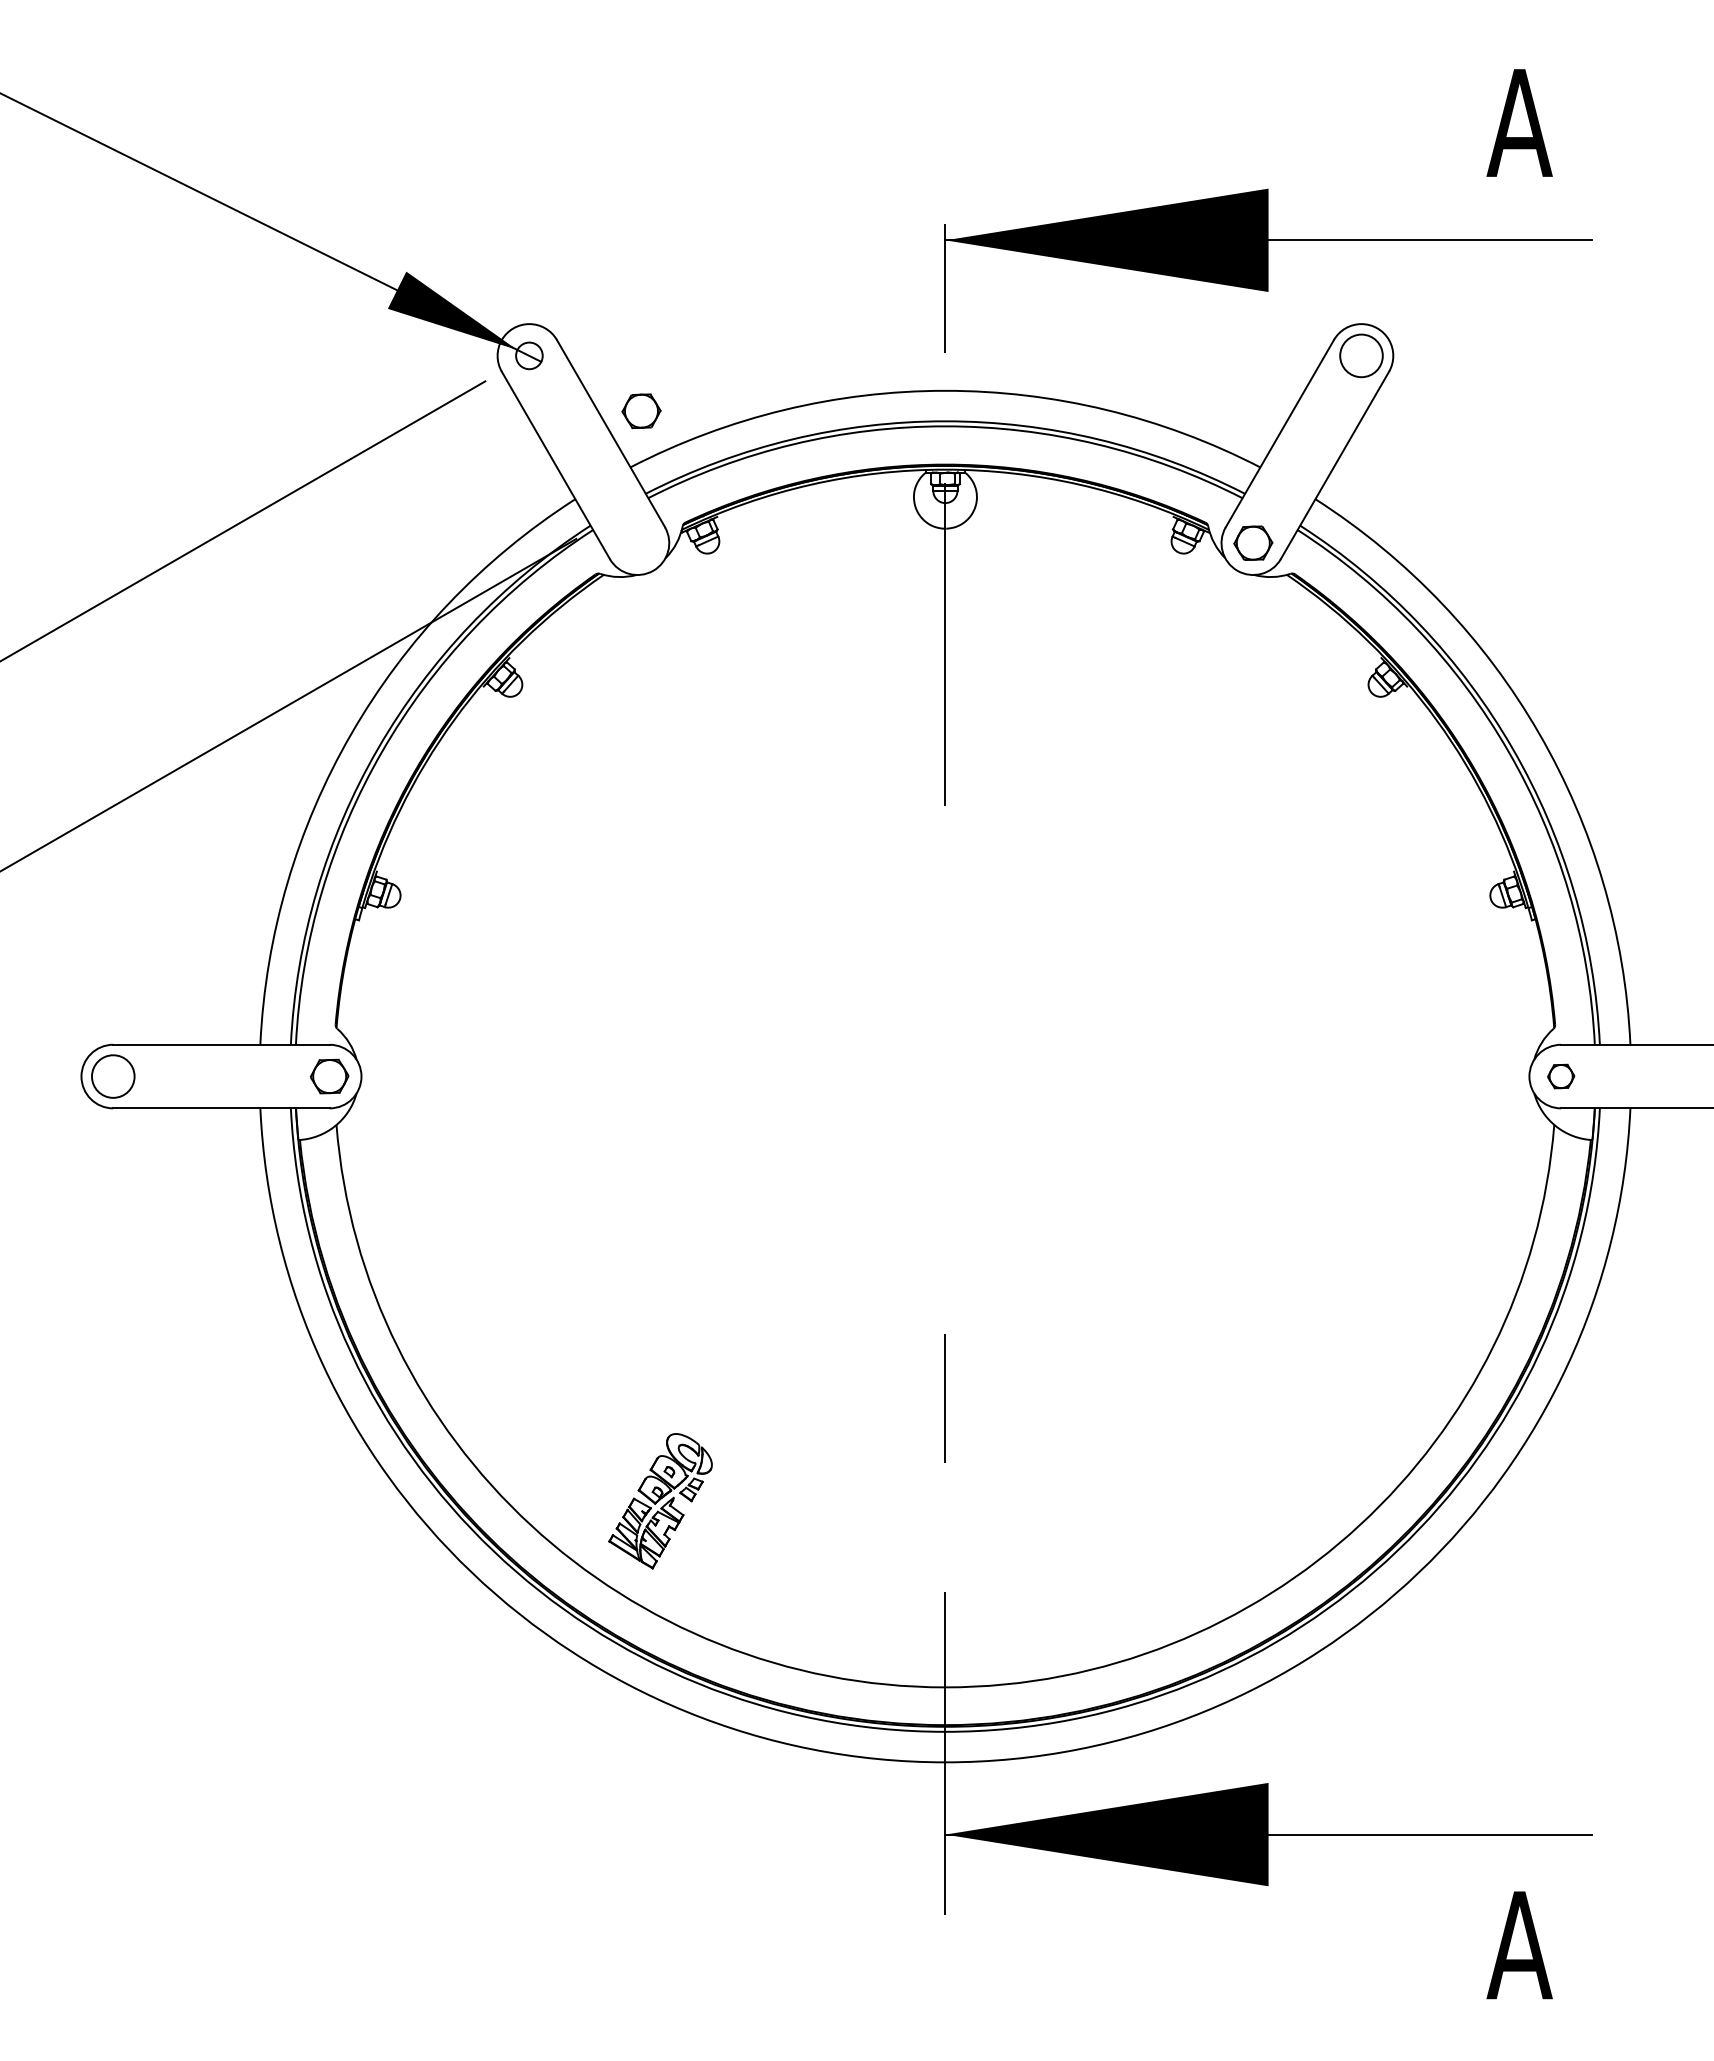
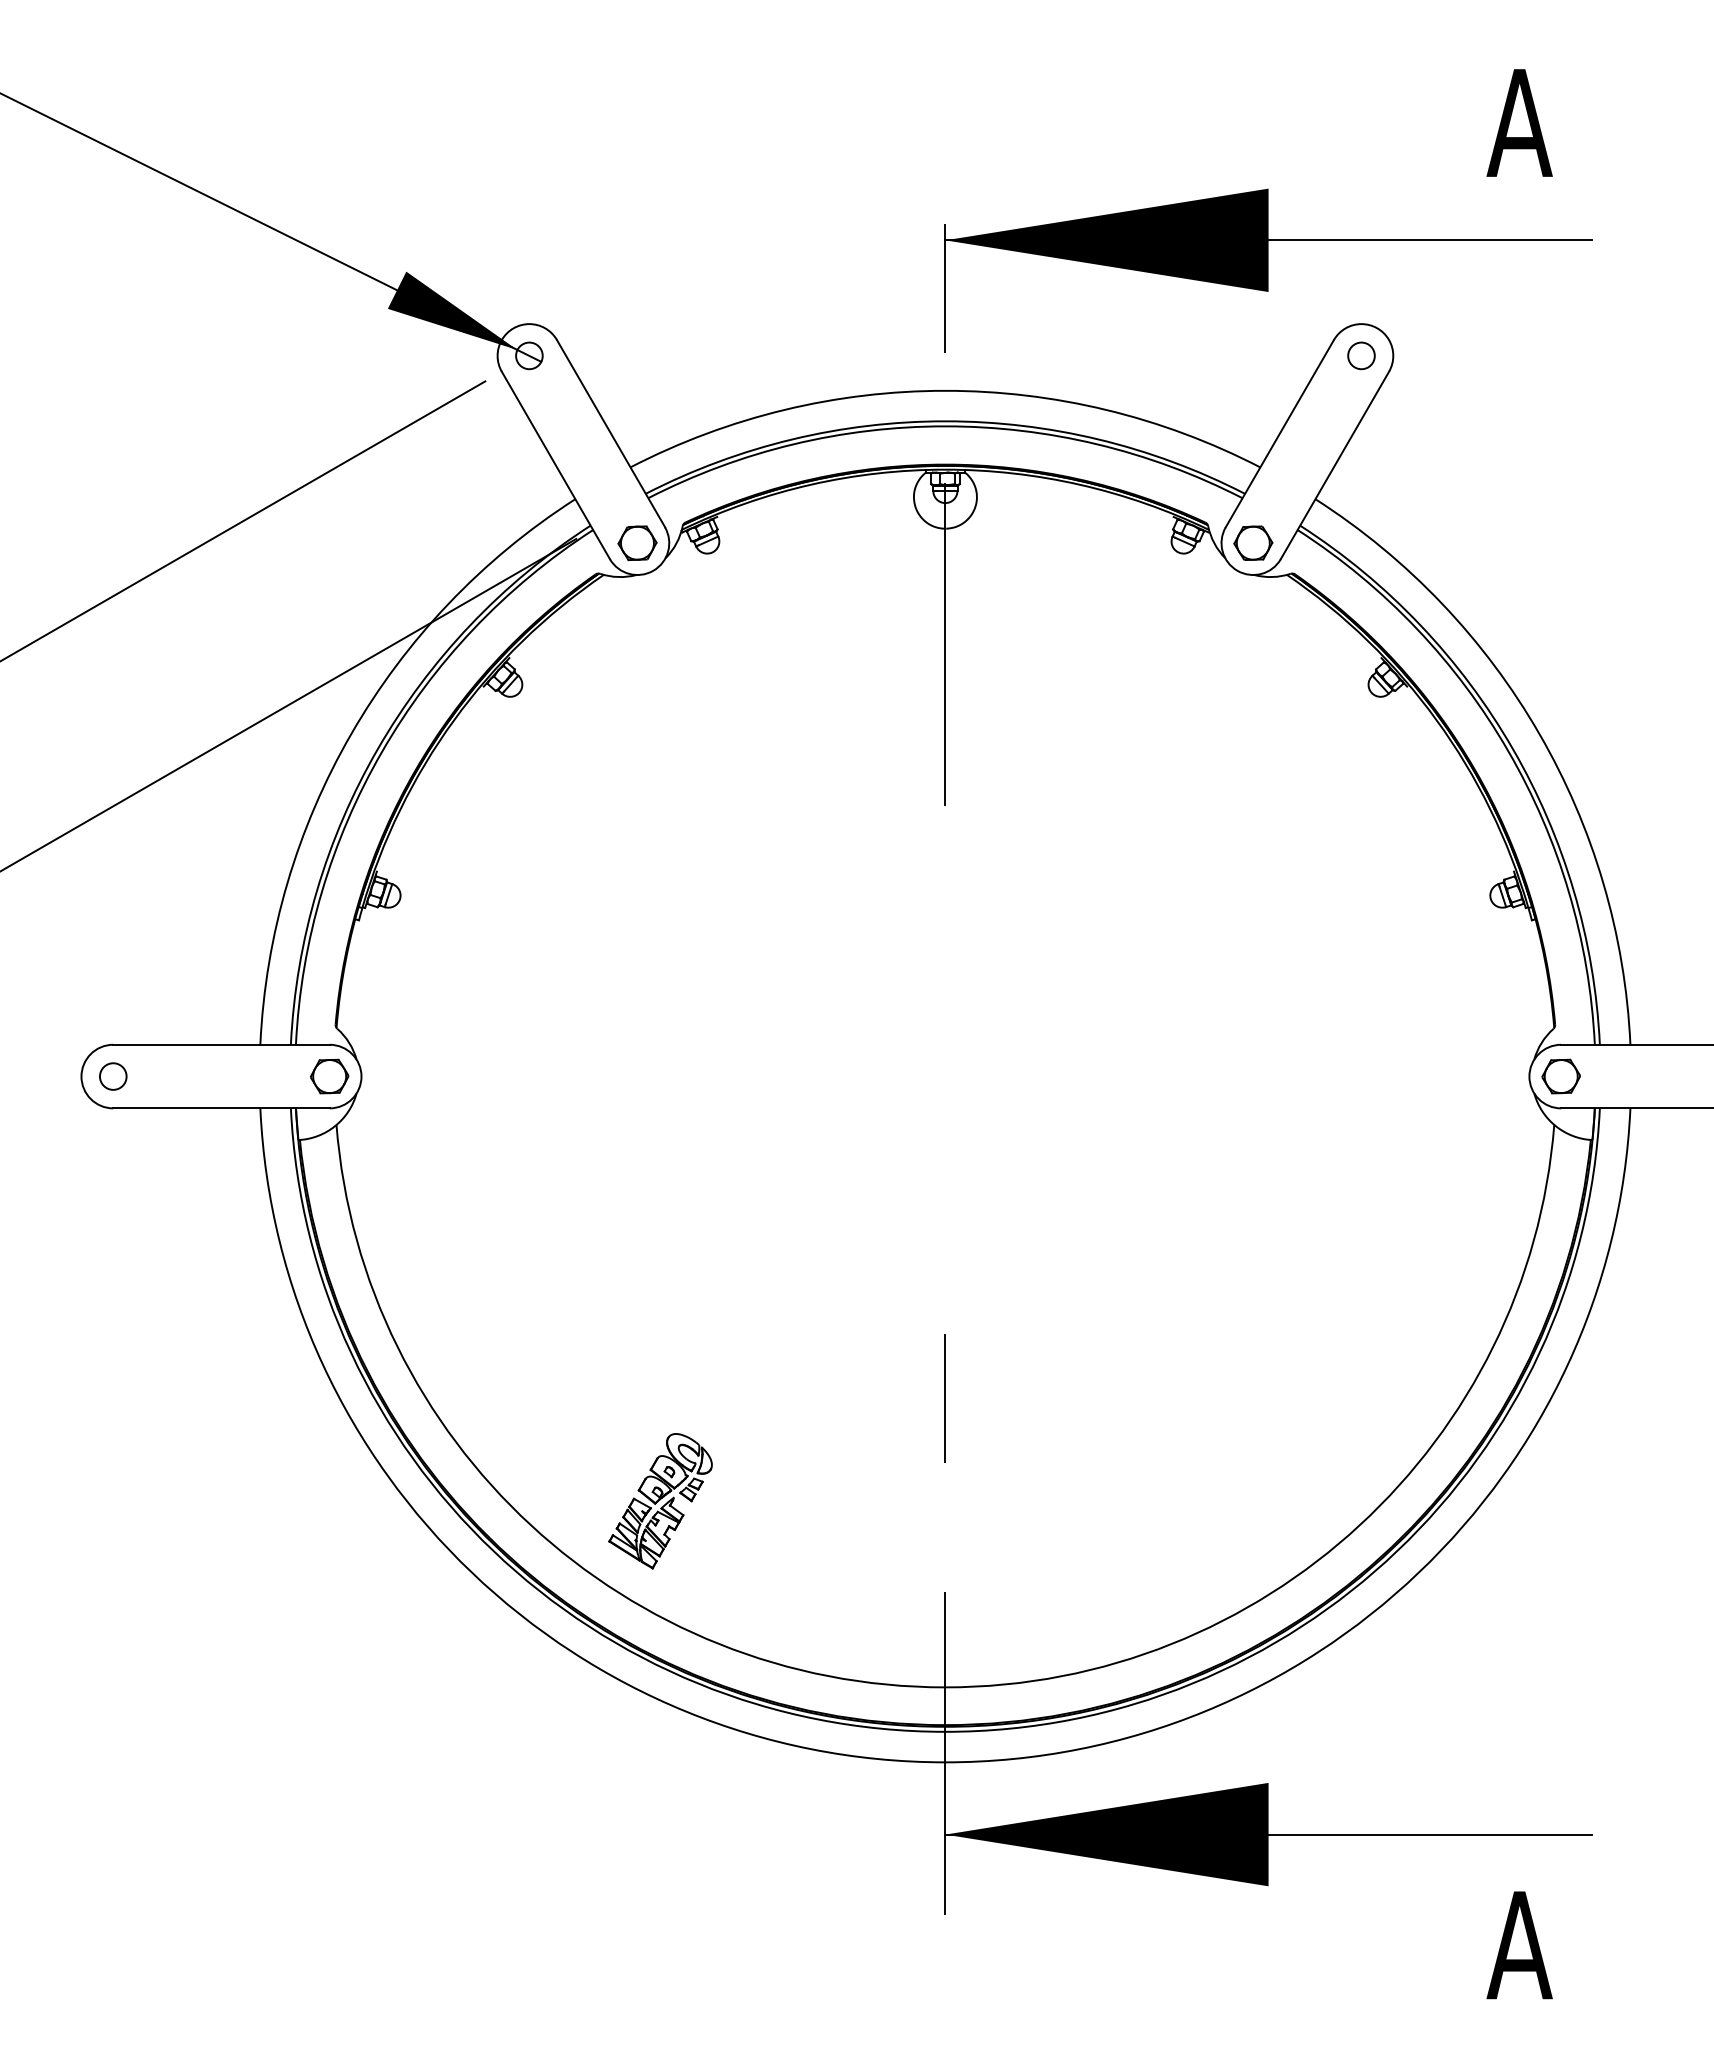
circle at (1361, 355) diameter: 43 px -> 27 px
part at (641, 410) position: (641, 410) -> (637, 542)
circle at (113, 1076) diameter: 43 px -> 27 px
part at (1561, 1076) size: 29x27 px -> 40x37 px
